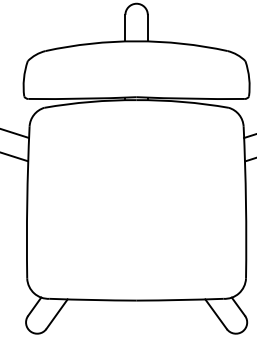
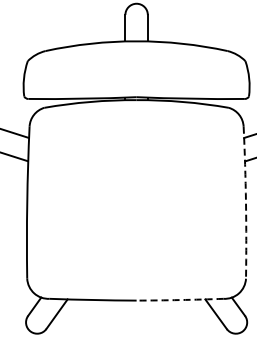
arc at (245, 202): solid -> dashed
arc at (180, 300): solid -> dashed
